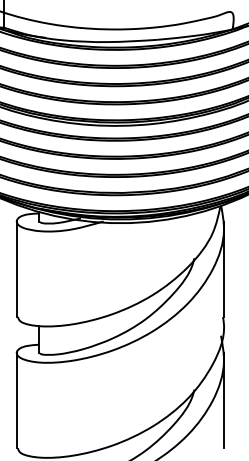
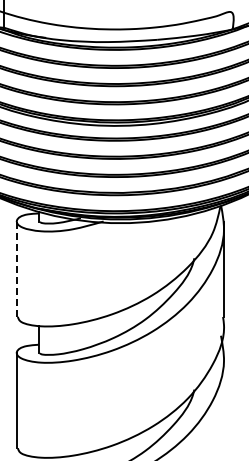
line at (16, 269): solid -> dashed
line at (224, 400): present -> none
